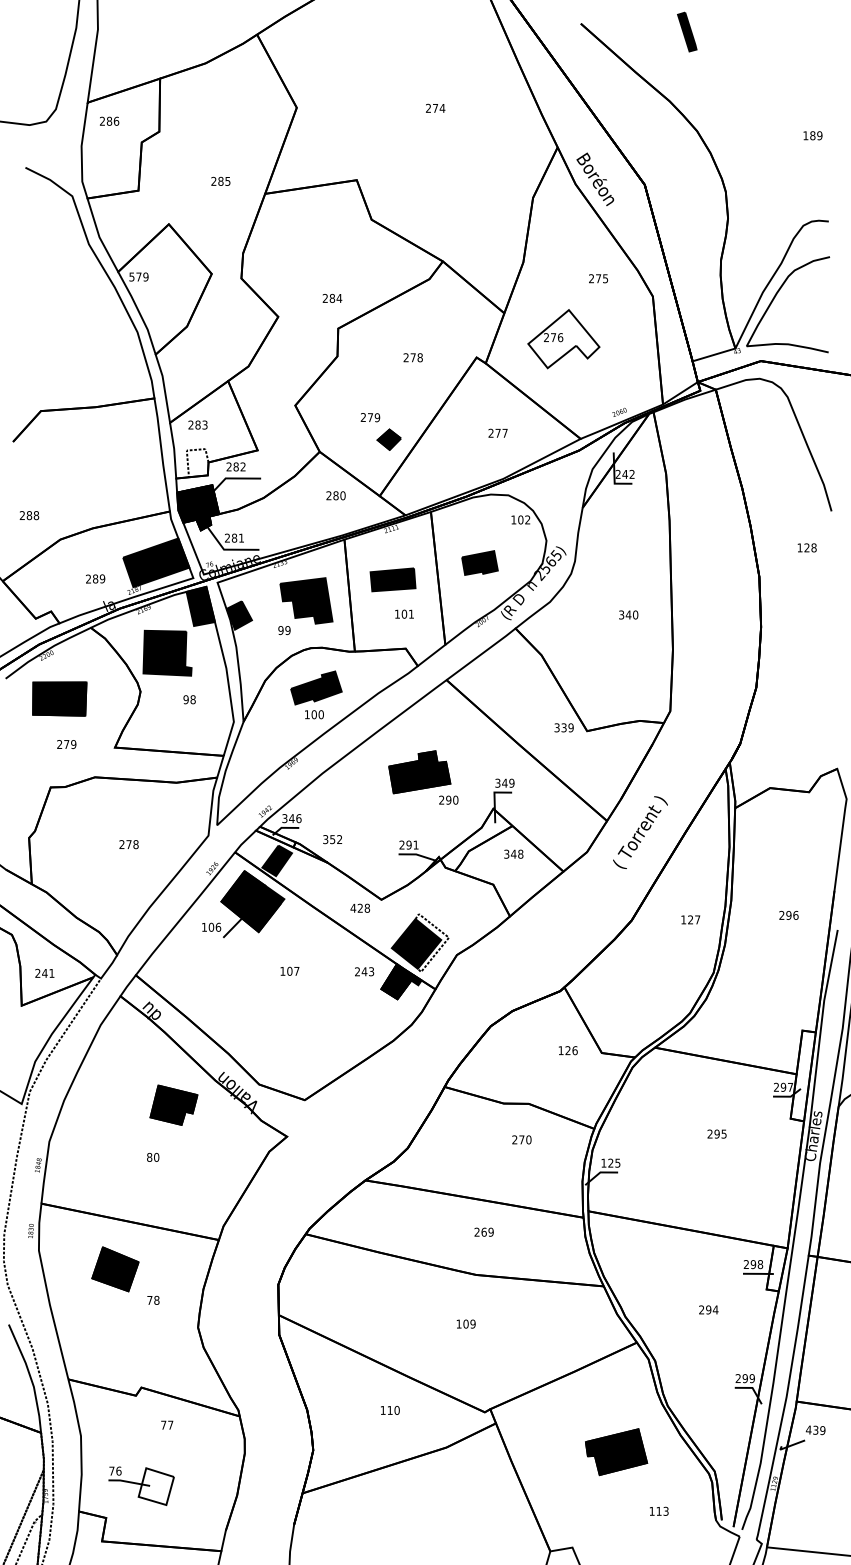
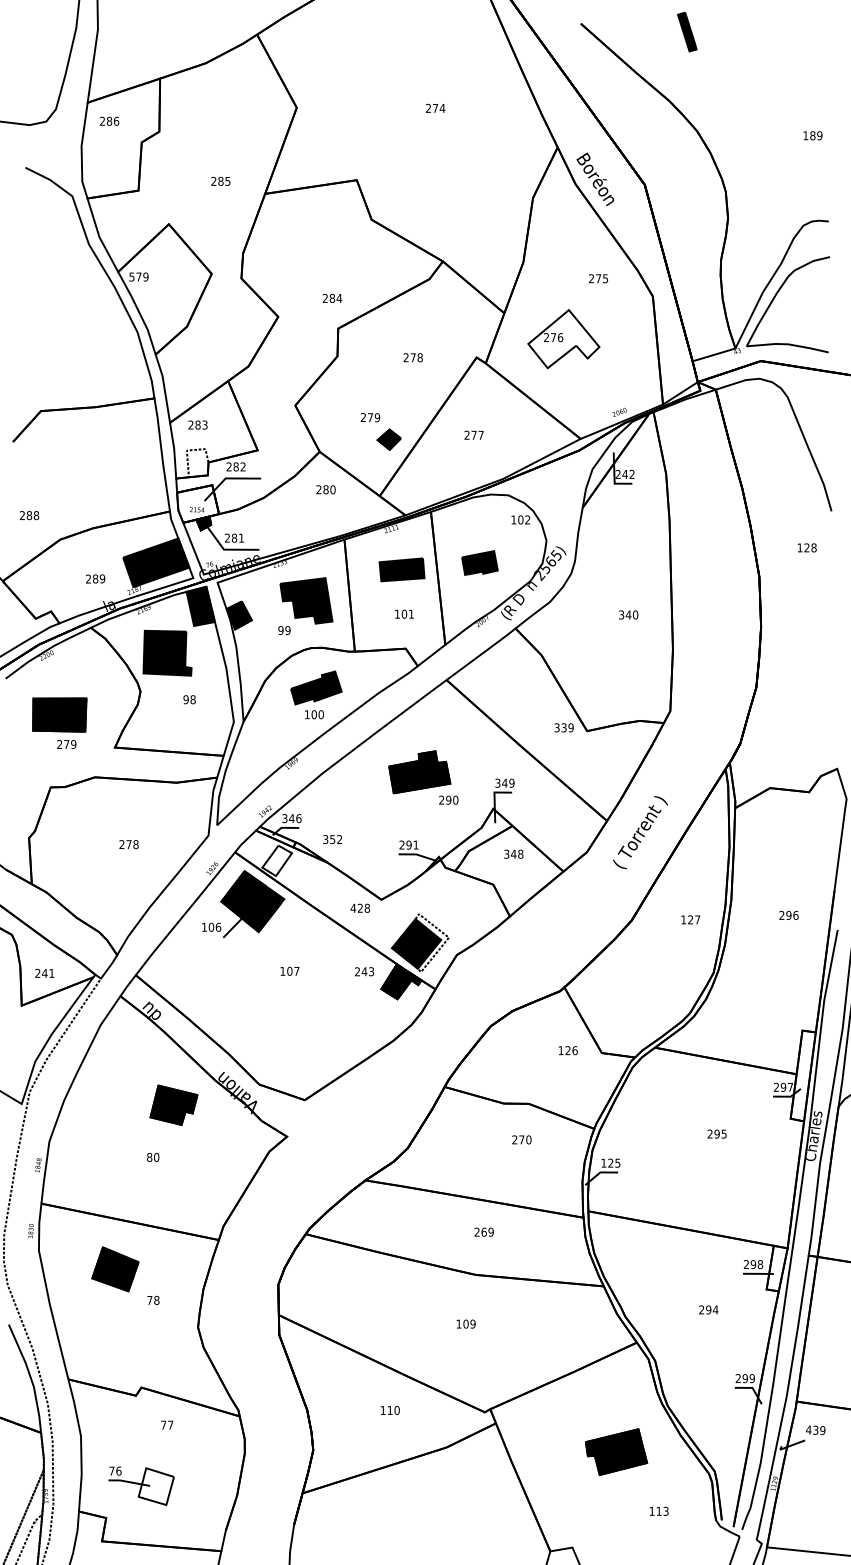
text at (497, 432) position: (497, 432) -> (473, 434)
text at (335, 495) position: (335, 495) -> (325, 489)
fill at (198, 503): present -> none
part at (392, 579) position: (392, 579) -> (401, 569)
part at (59, 698) position: (59, 698) -> (59, 714)
fill at (277, 860): present -> none
